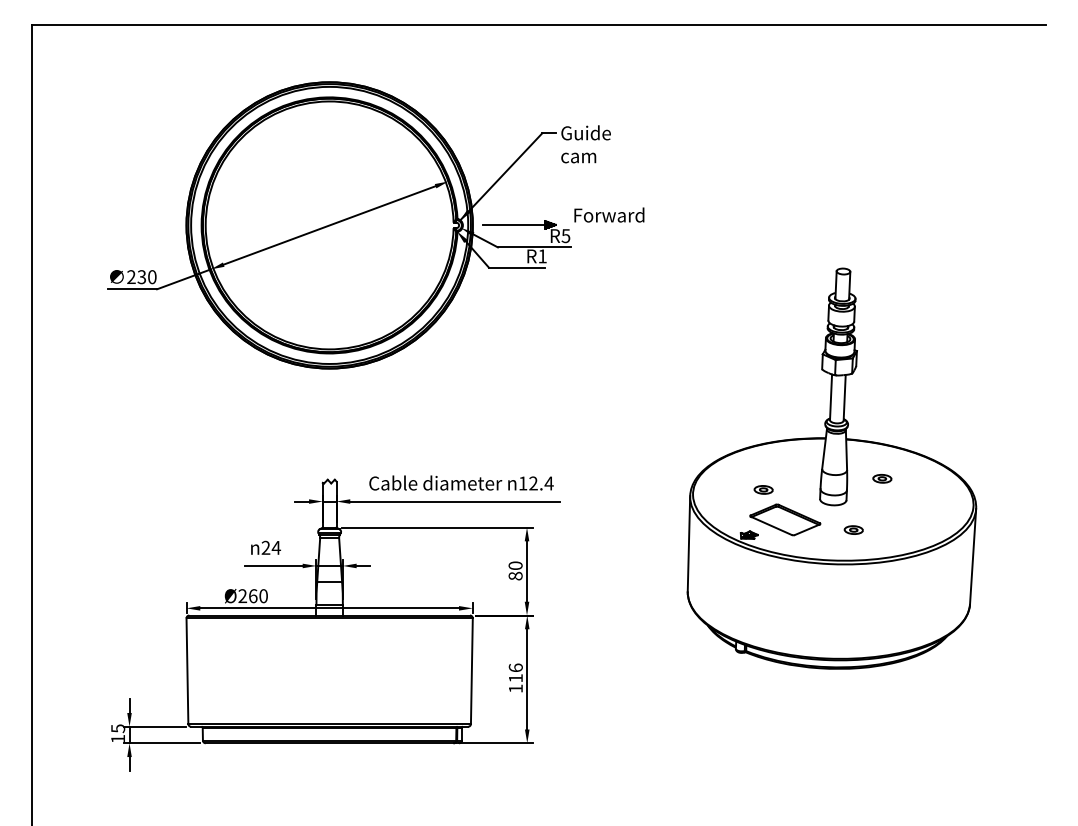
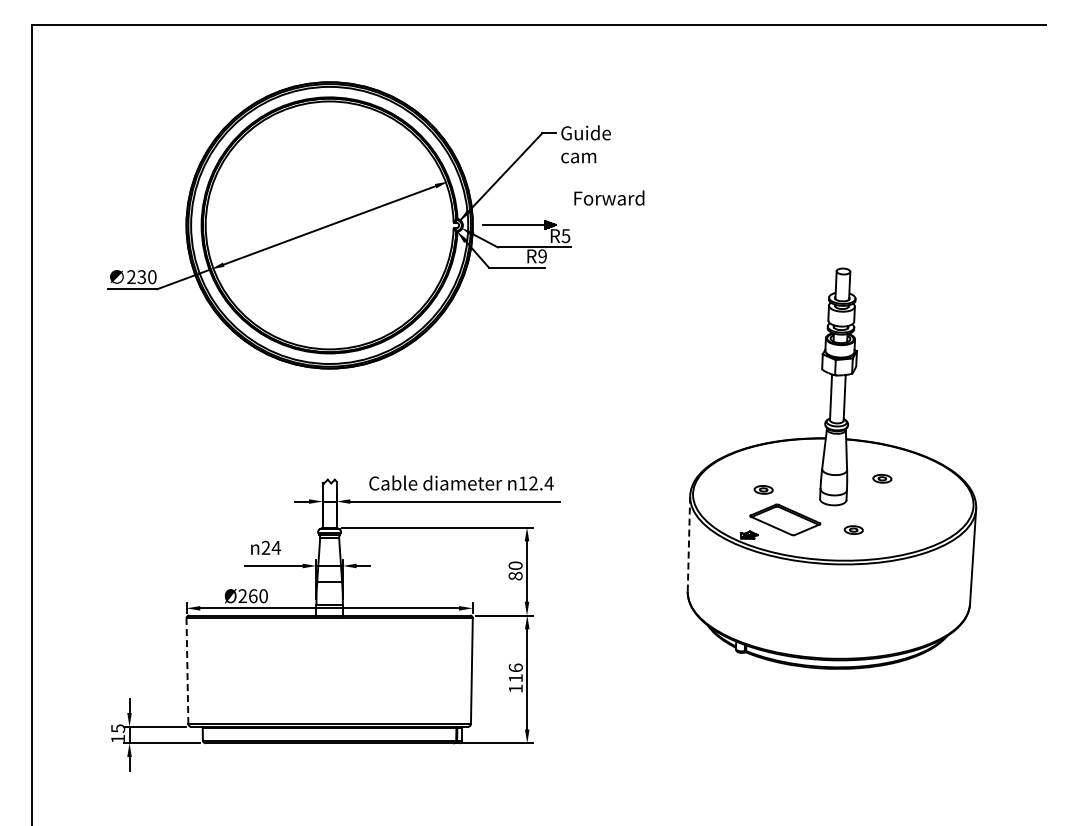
text at (609, 214) position: (609, 214) -> (609, 197)
text at (542, 256): R1 -> R9
line at (688, 543): solid -> dashed
line at (187, 671): solid -> dashed
